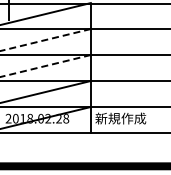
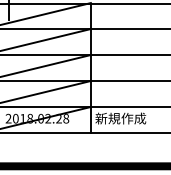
line at (45, 40): dashed -> solid
line at (45, 66): dashed -> solid
